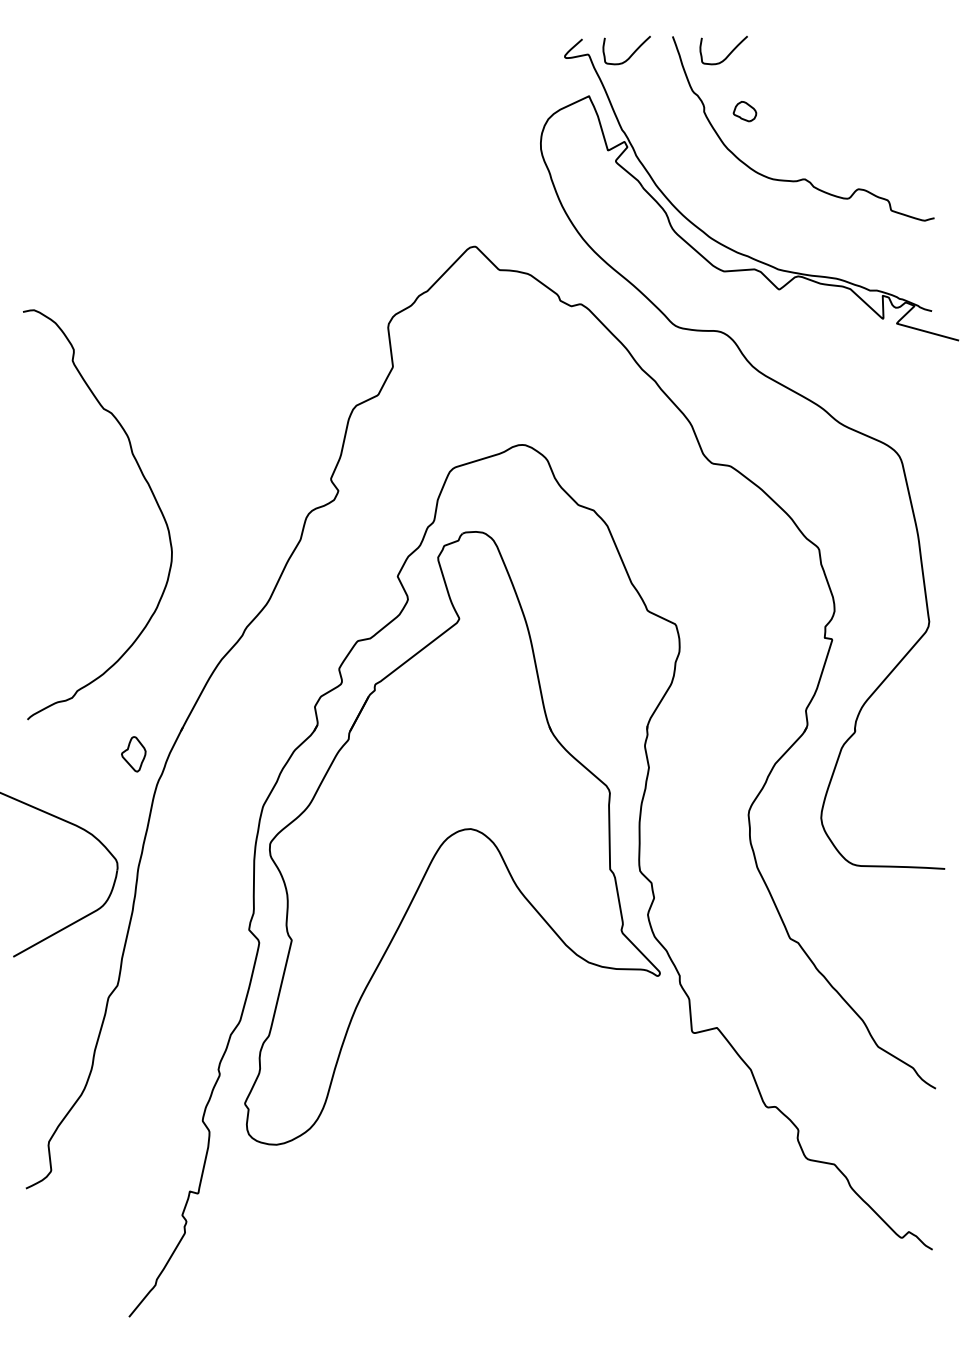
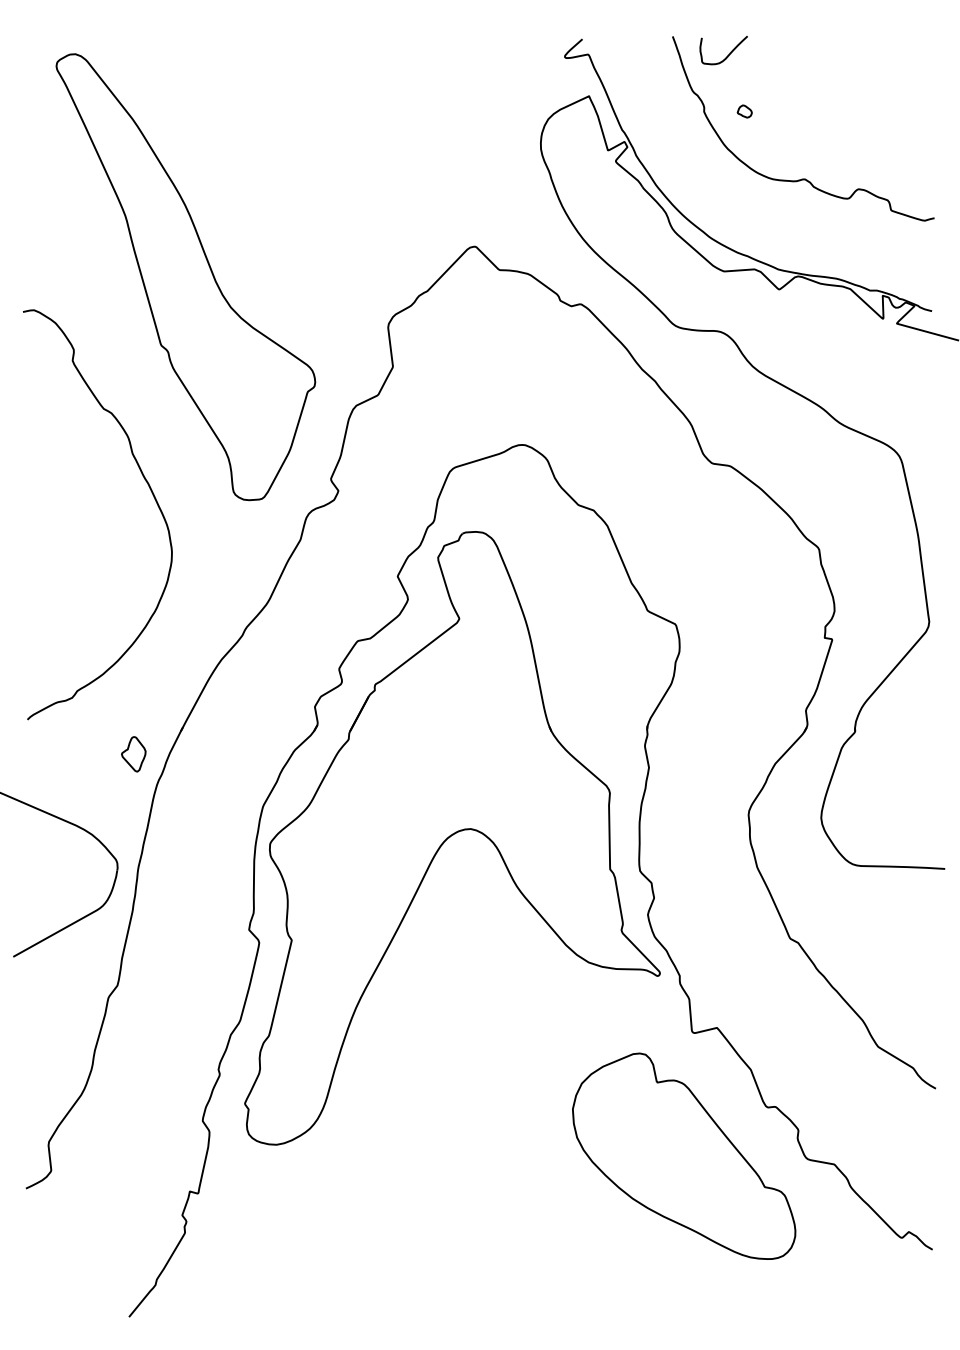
curve at (631, 54): present -> none
part at (744, 111) size: 26x22 px -> 17x15 px
part at (185, 277): none -> present
part at (684, 1155): none -> present
